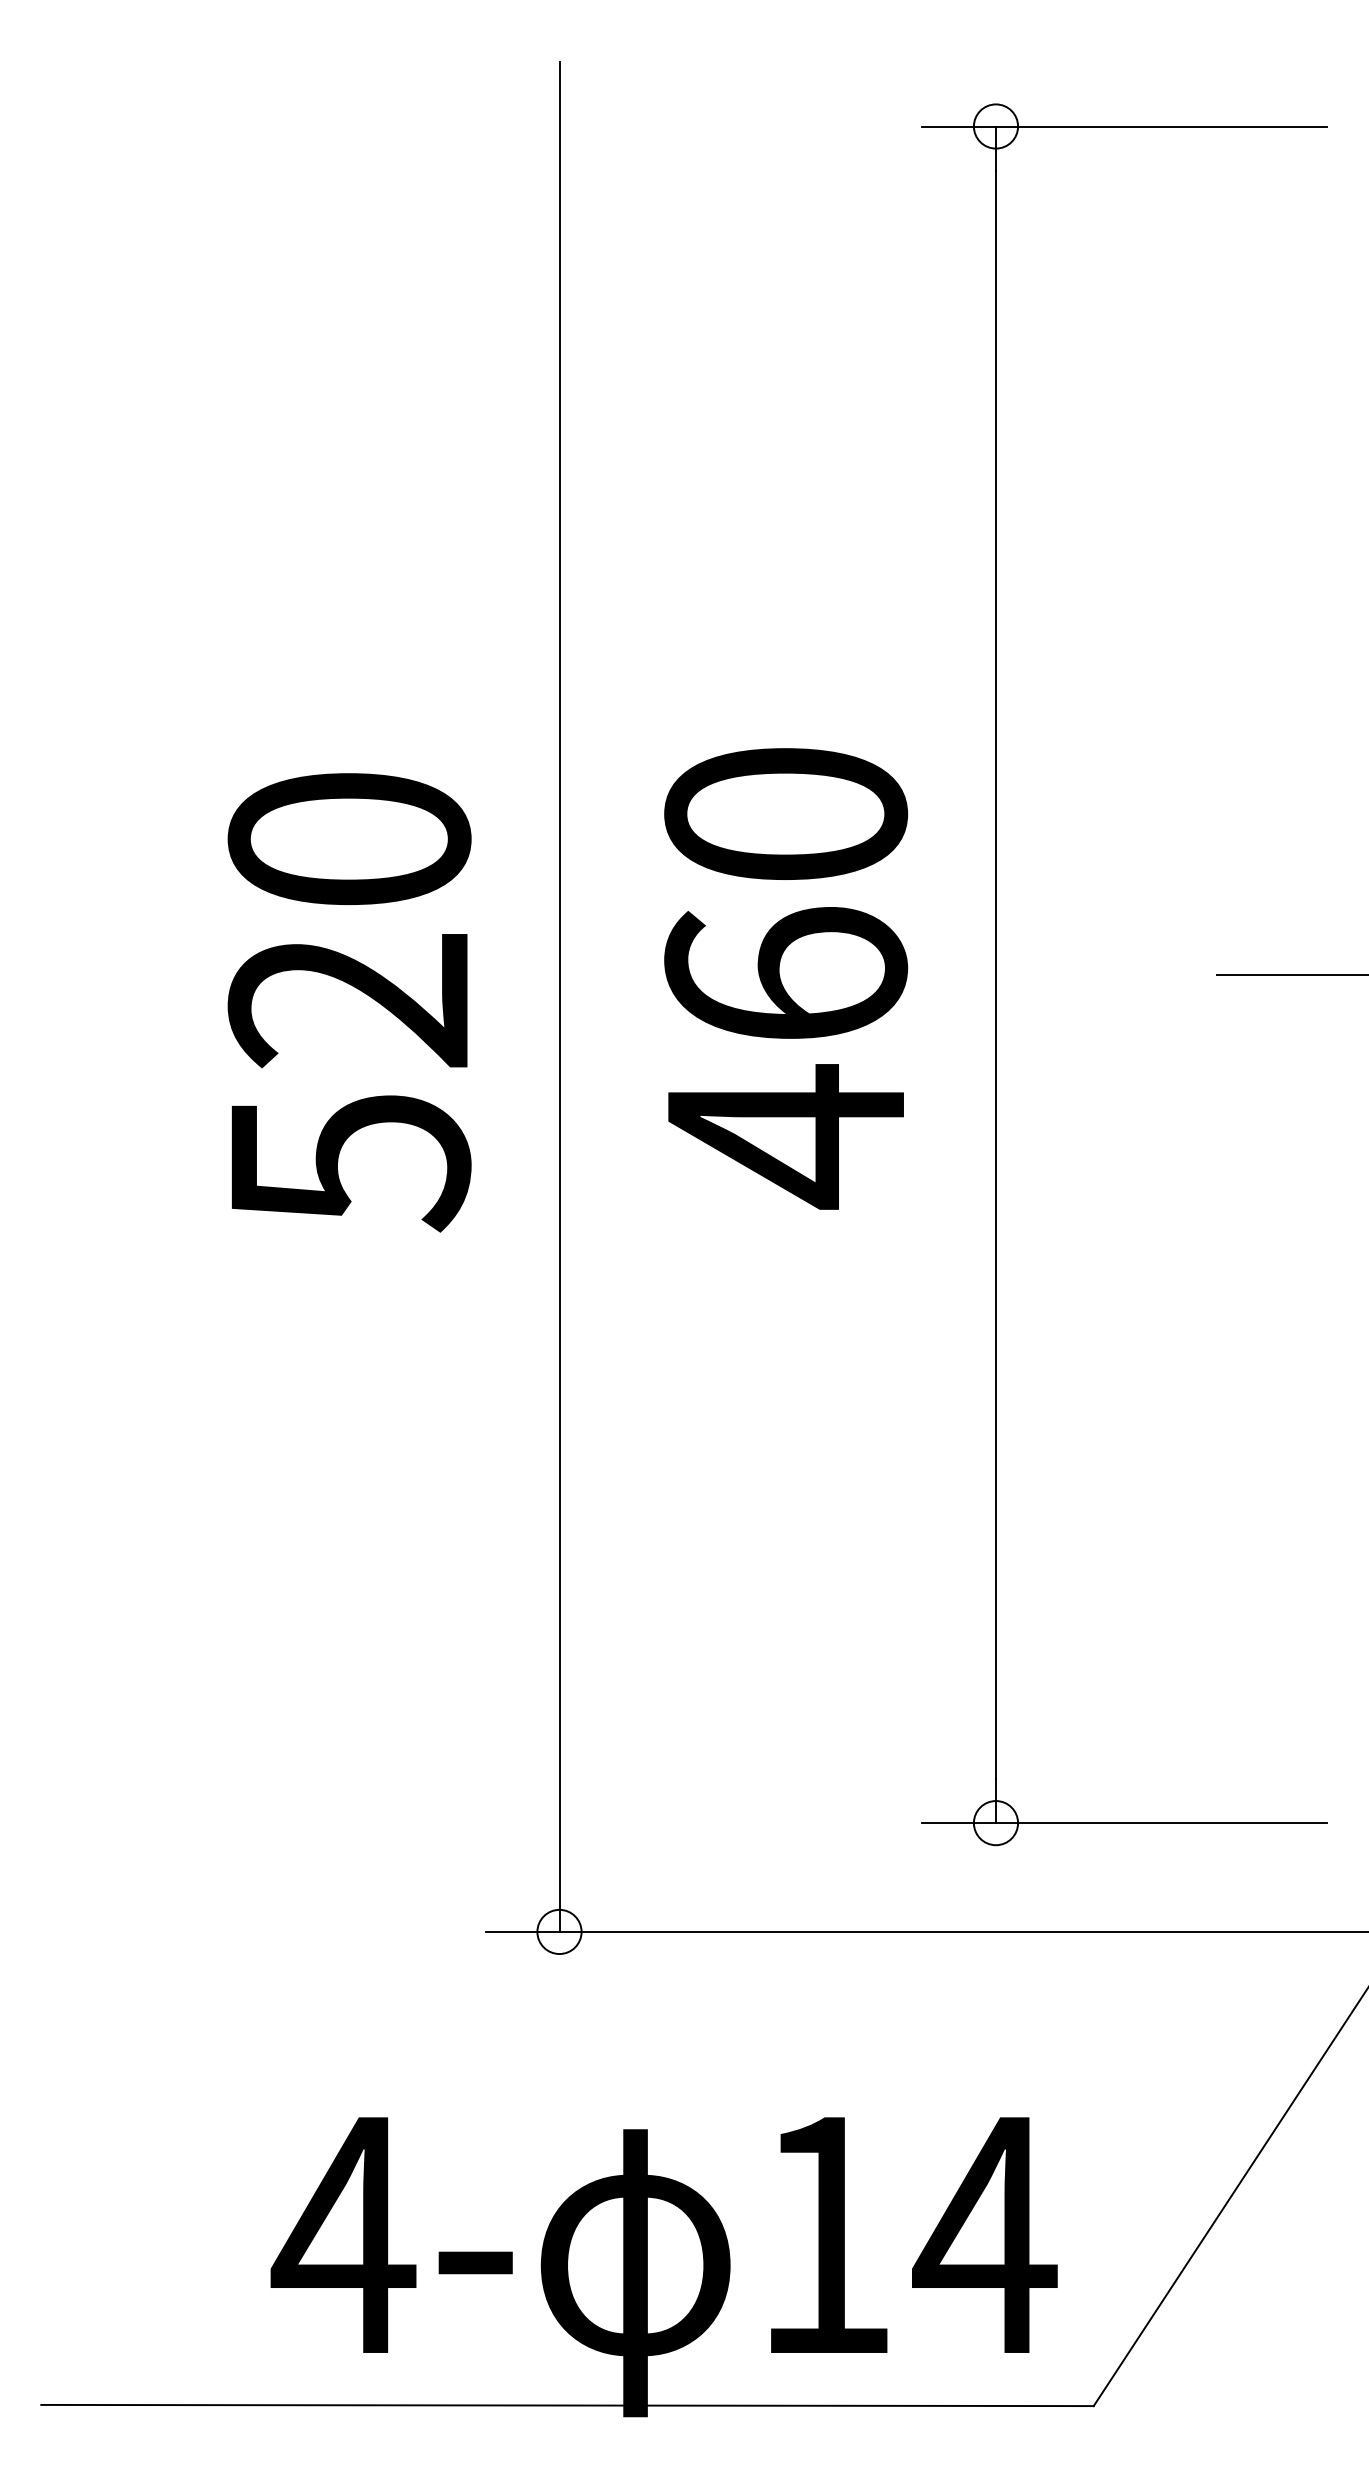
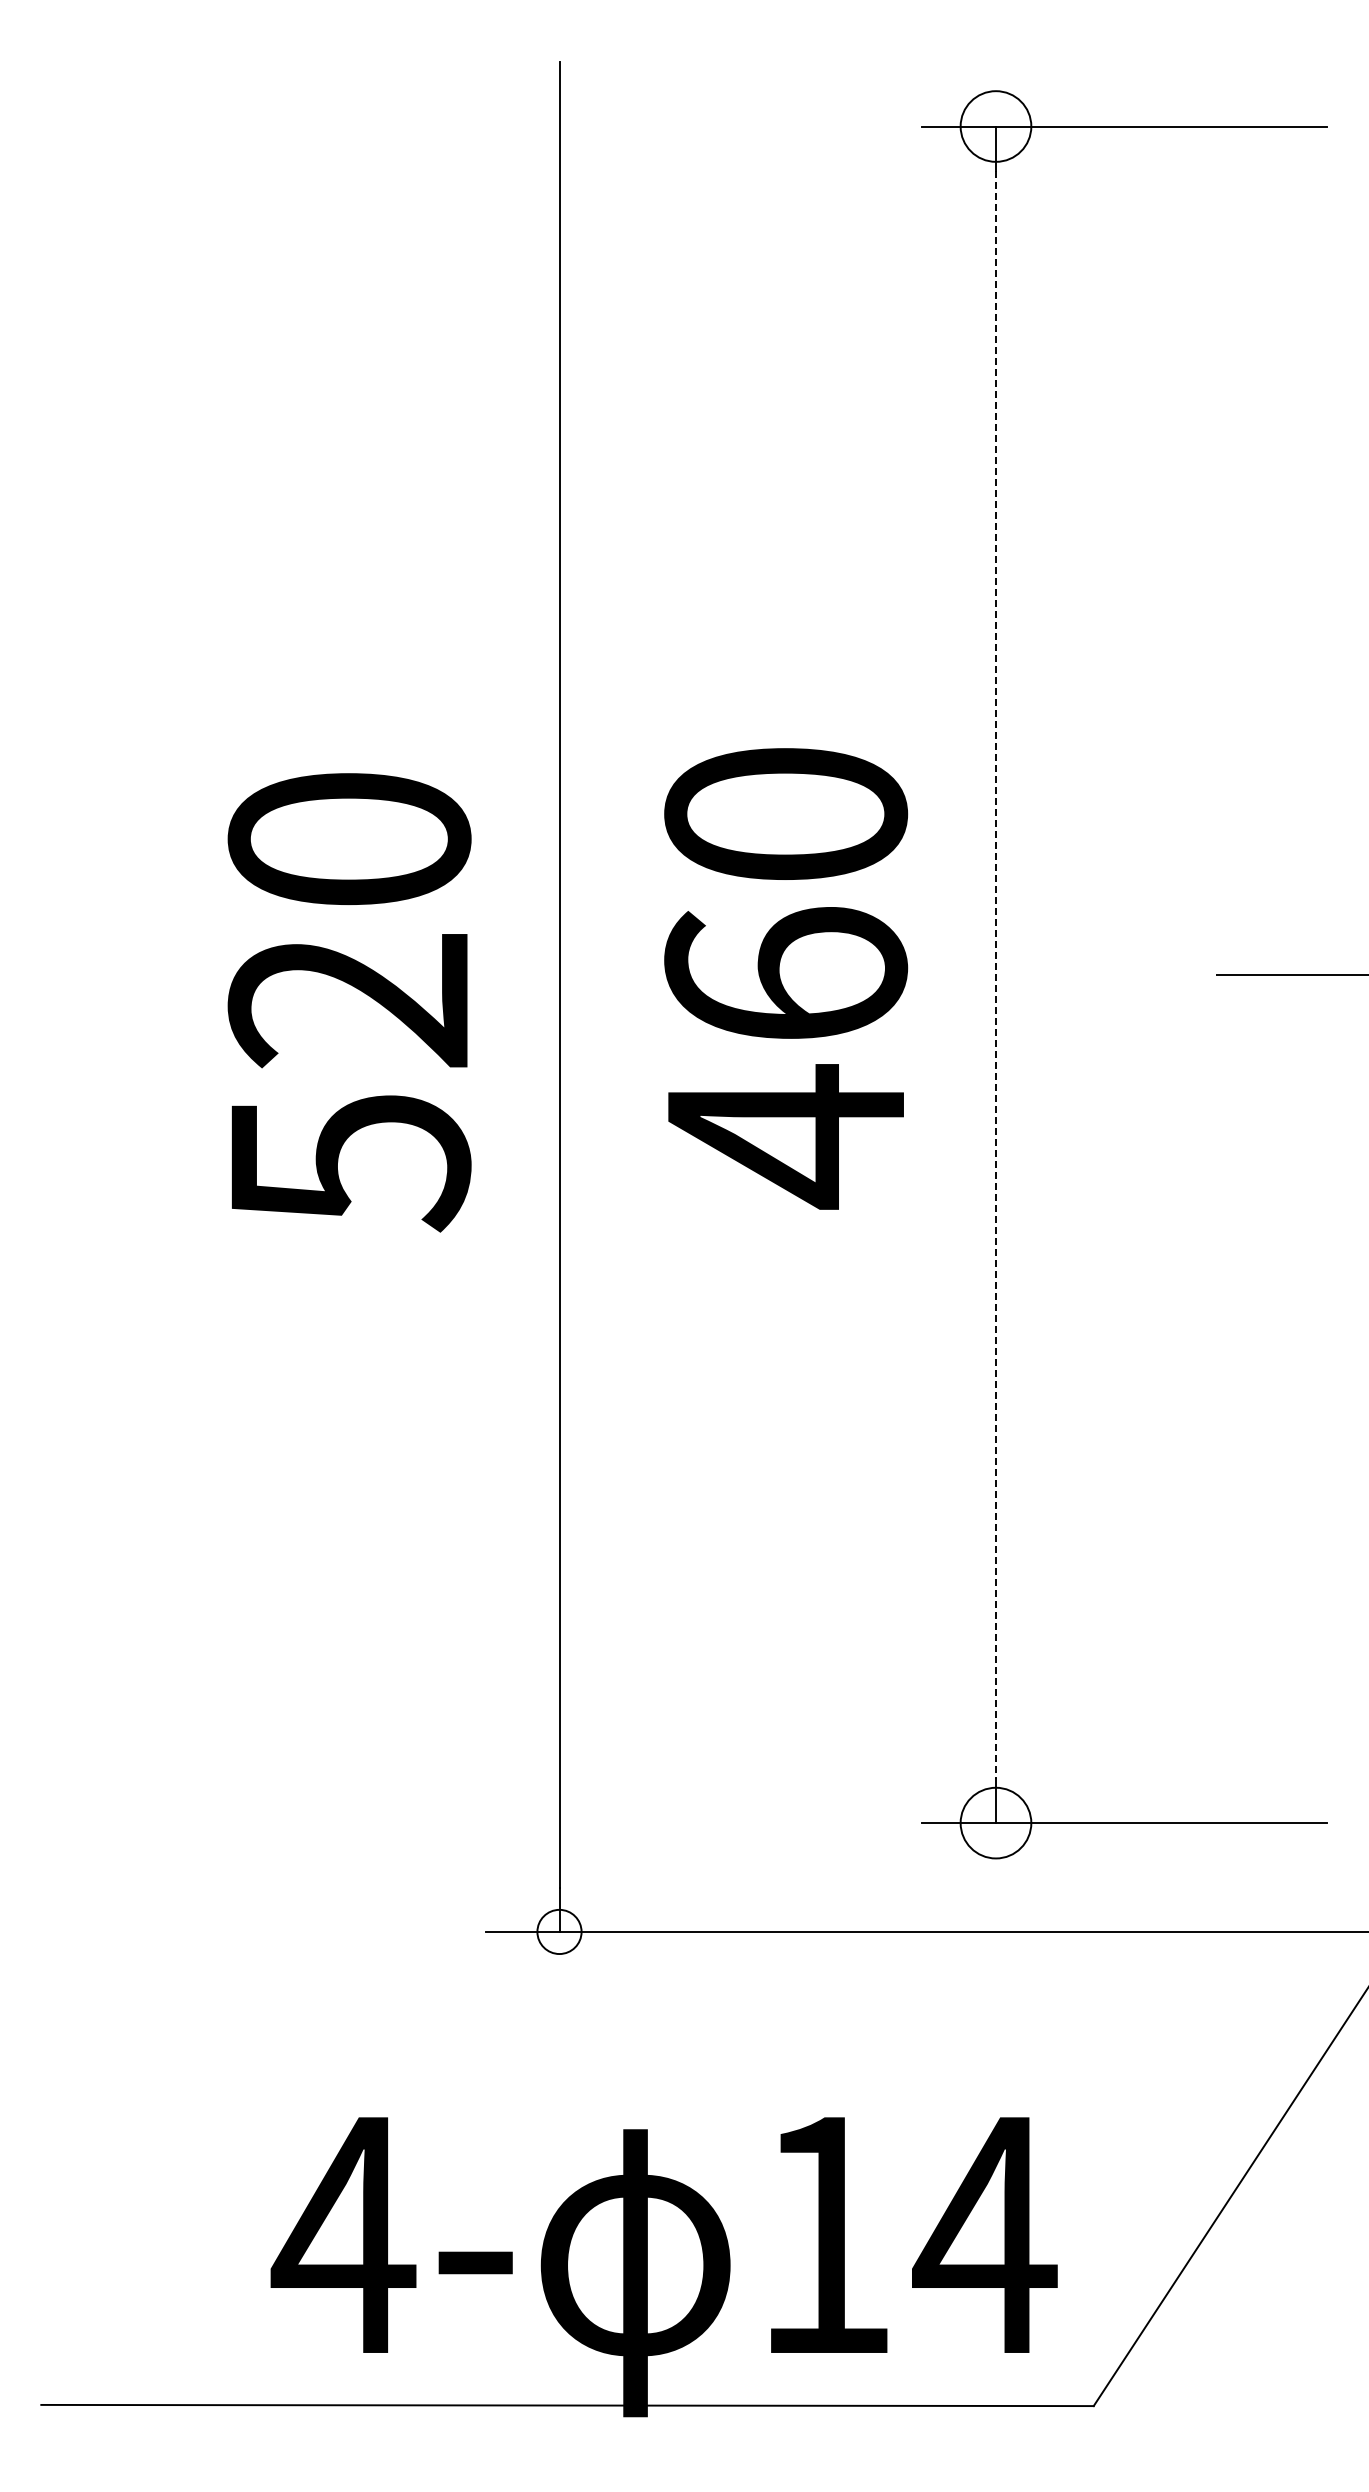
circle at (995, 126) diameter: 44 px -> 71 px
line at (995, 975): solid -> dashed
circle at (995, 1823) diameter: 44 px -> 71 px
